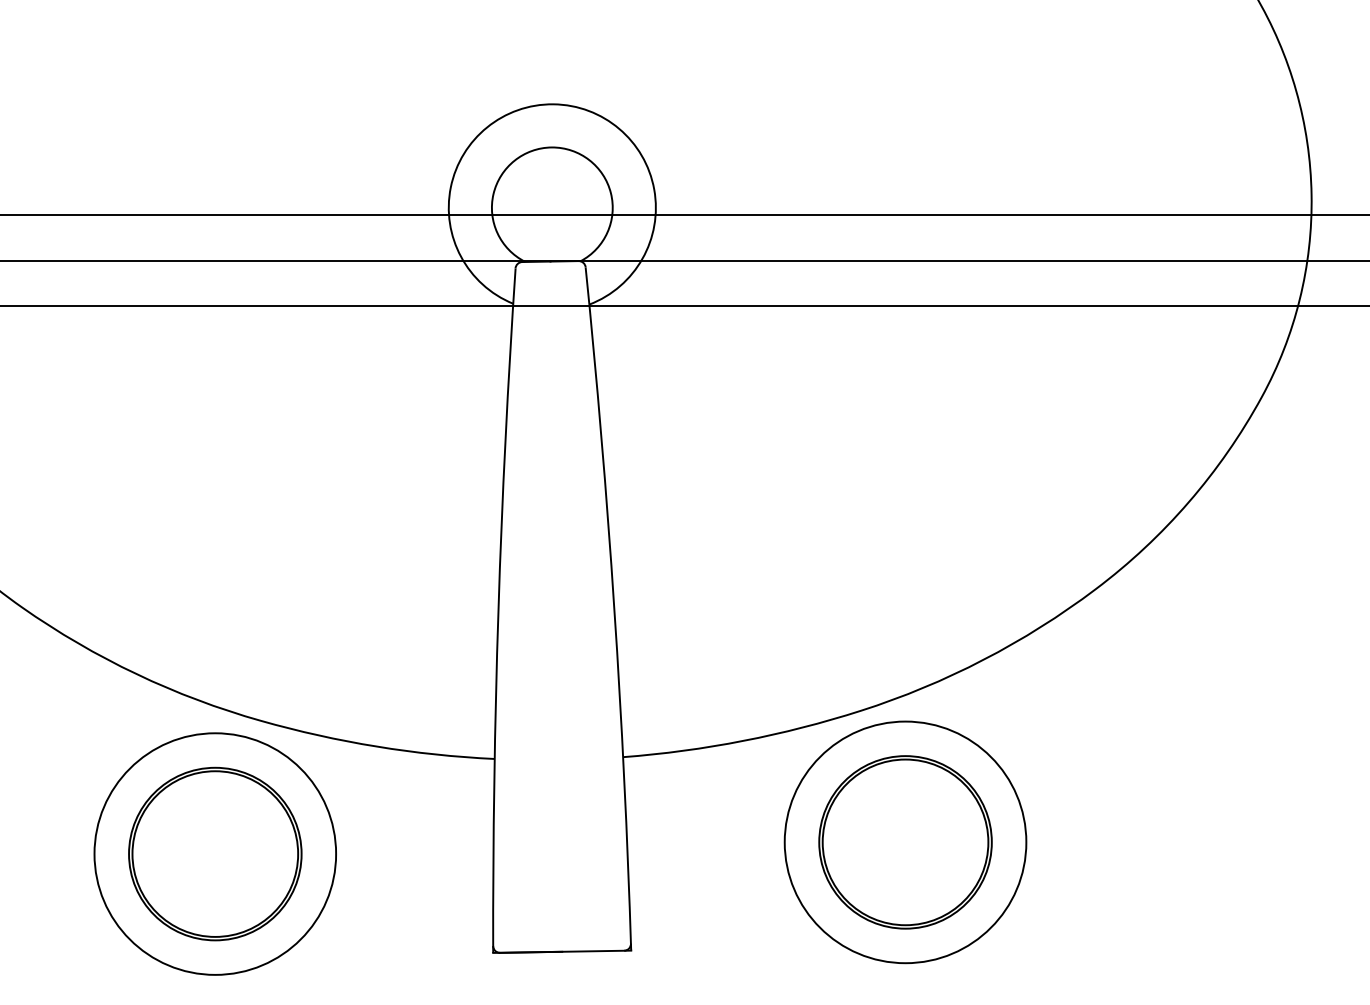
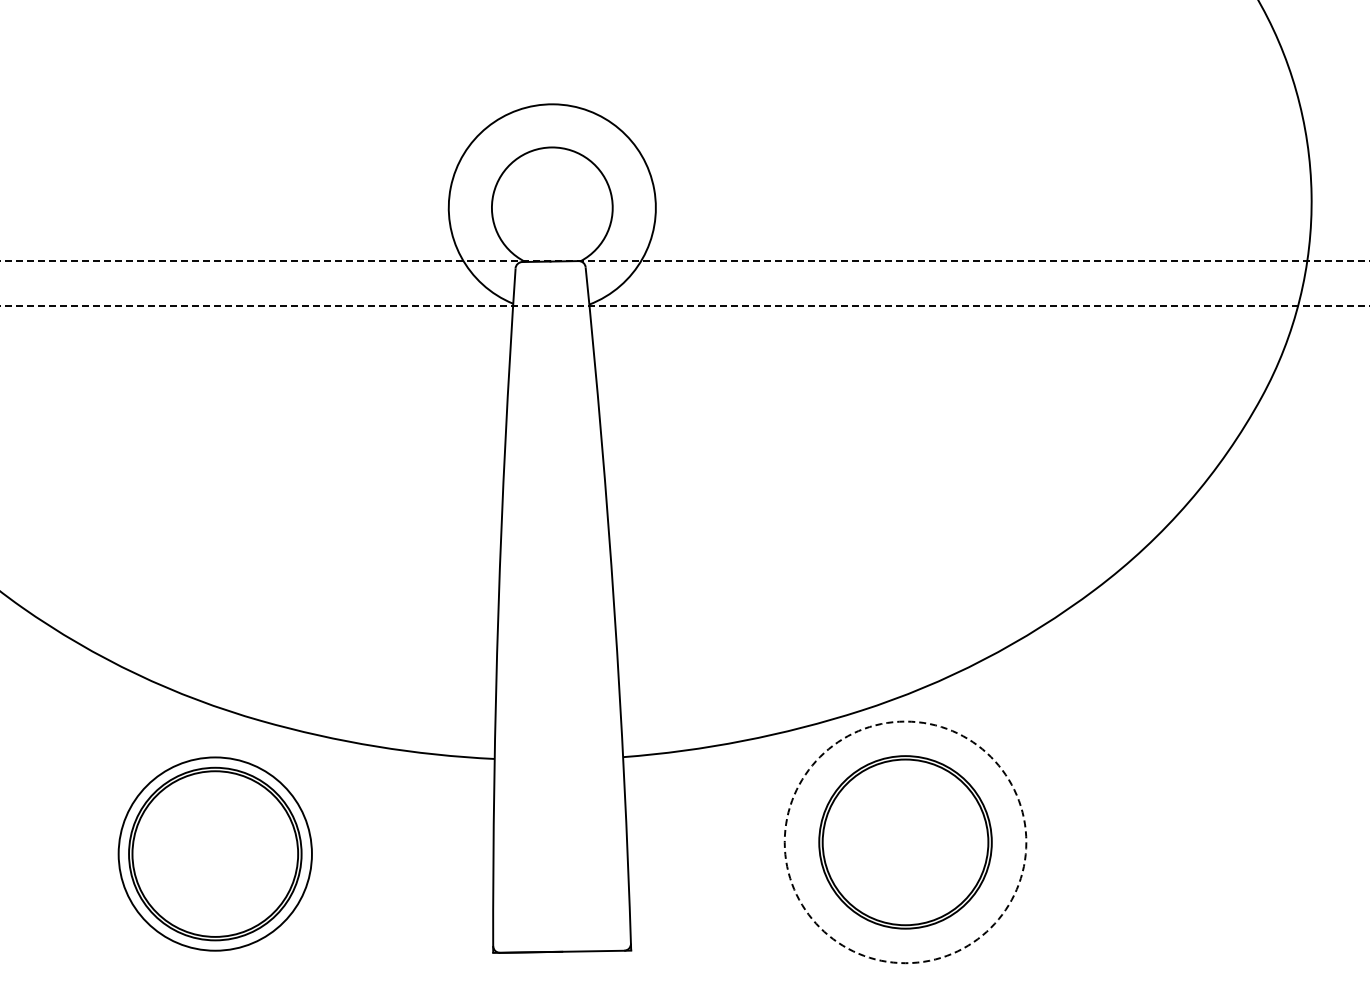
line at (684, 215): present -> none
line at (685, 260): solid -> dashed
line at (685, 305): solid -> dashed
circle at (905, 842): solid -> dashed
circle at (215, 853) diameter: 242 px -> 193 px
